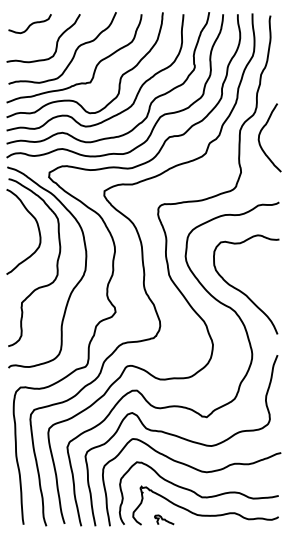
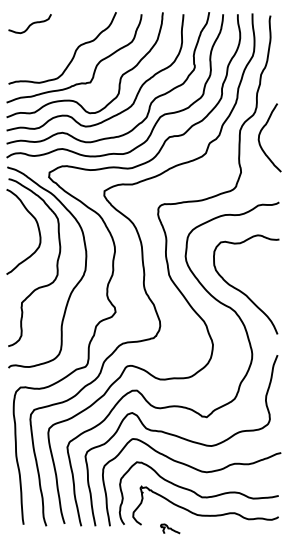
curve at (56, 41): present -> none
curve at (164, 519) position: (164, 519) -> (170, 528)
